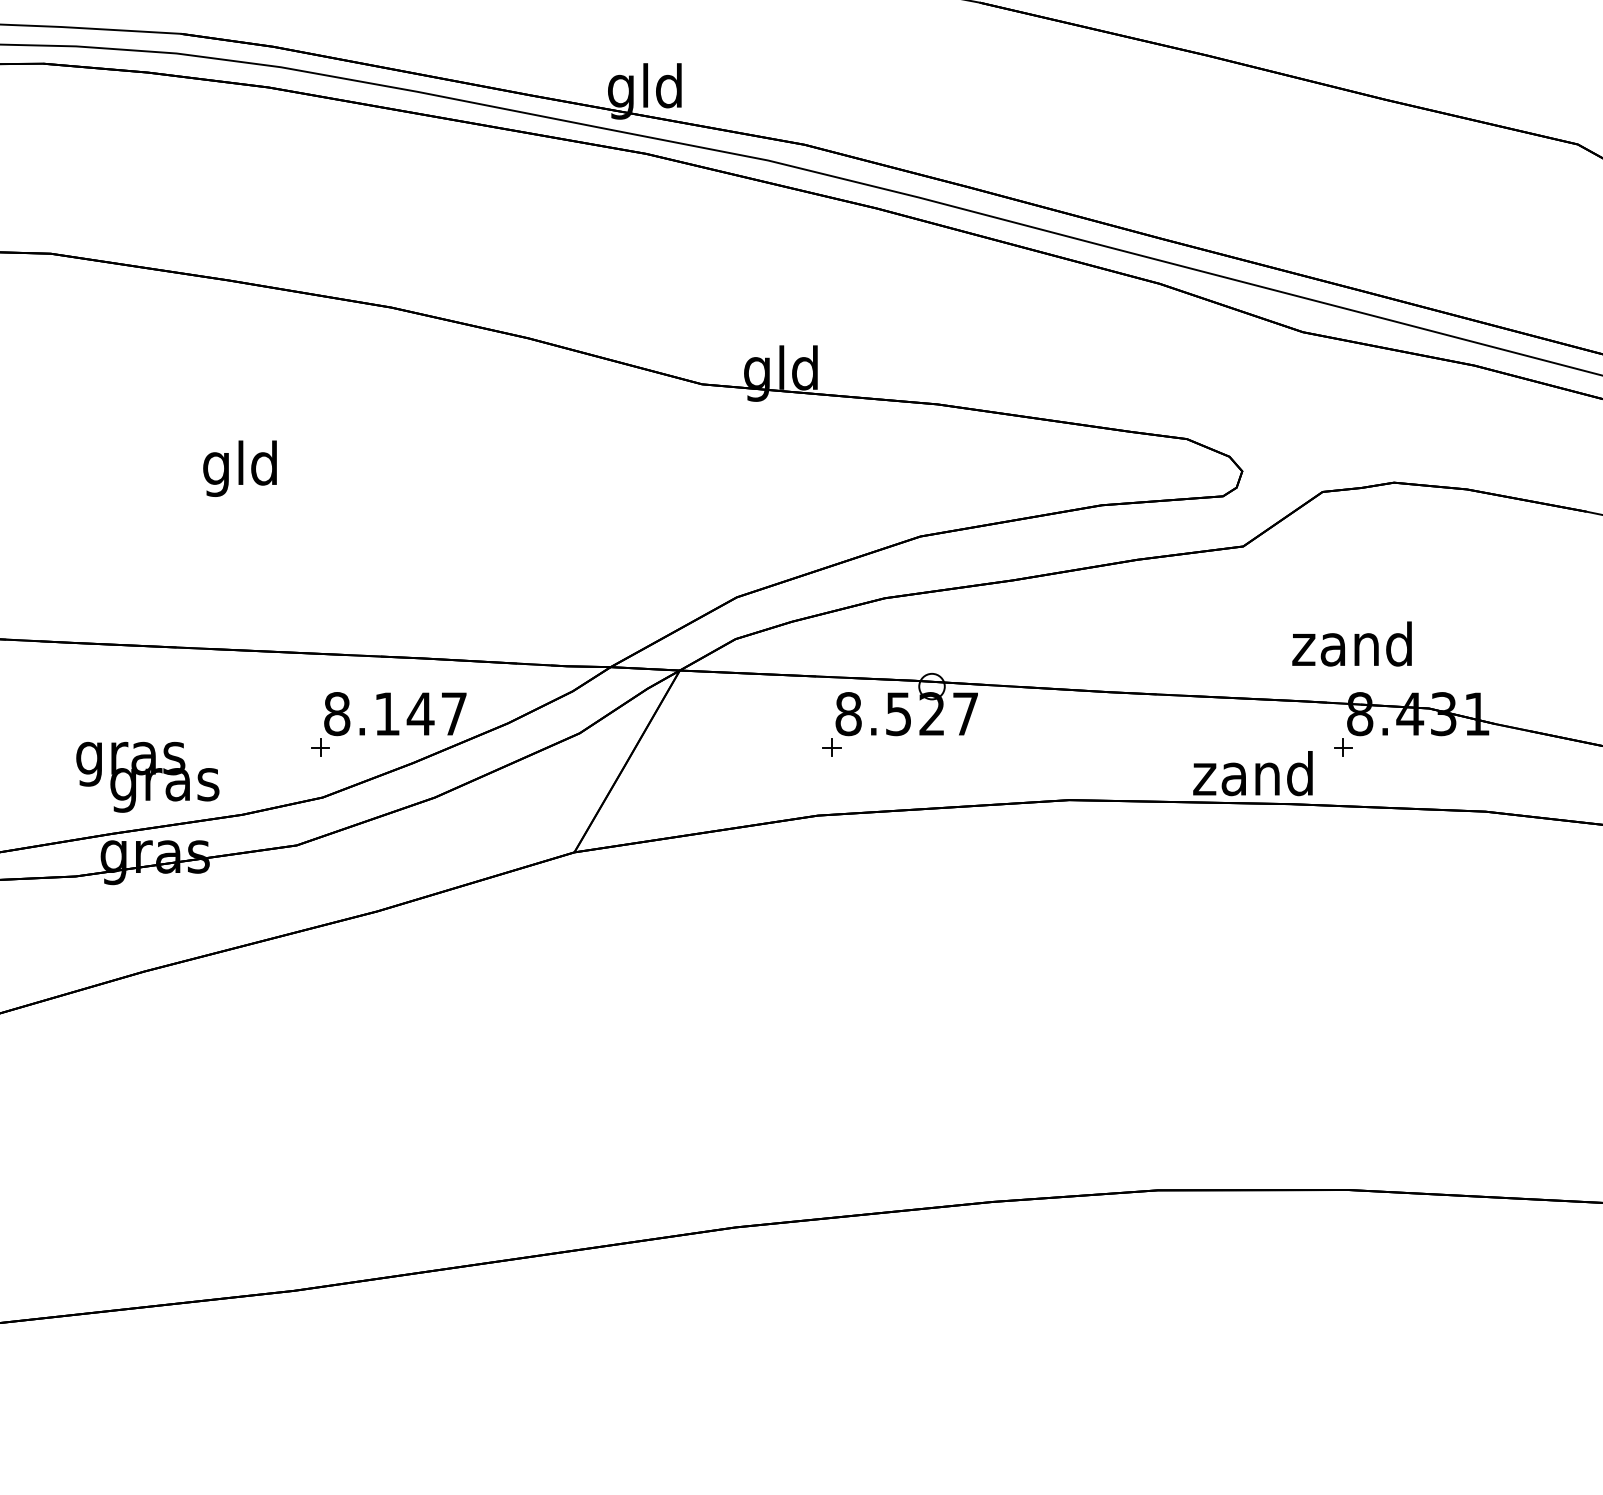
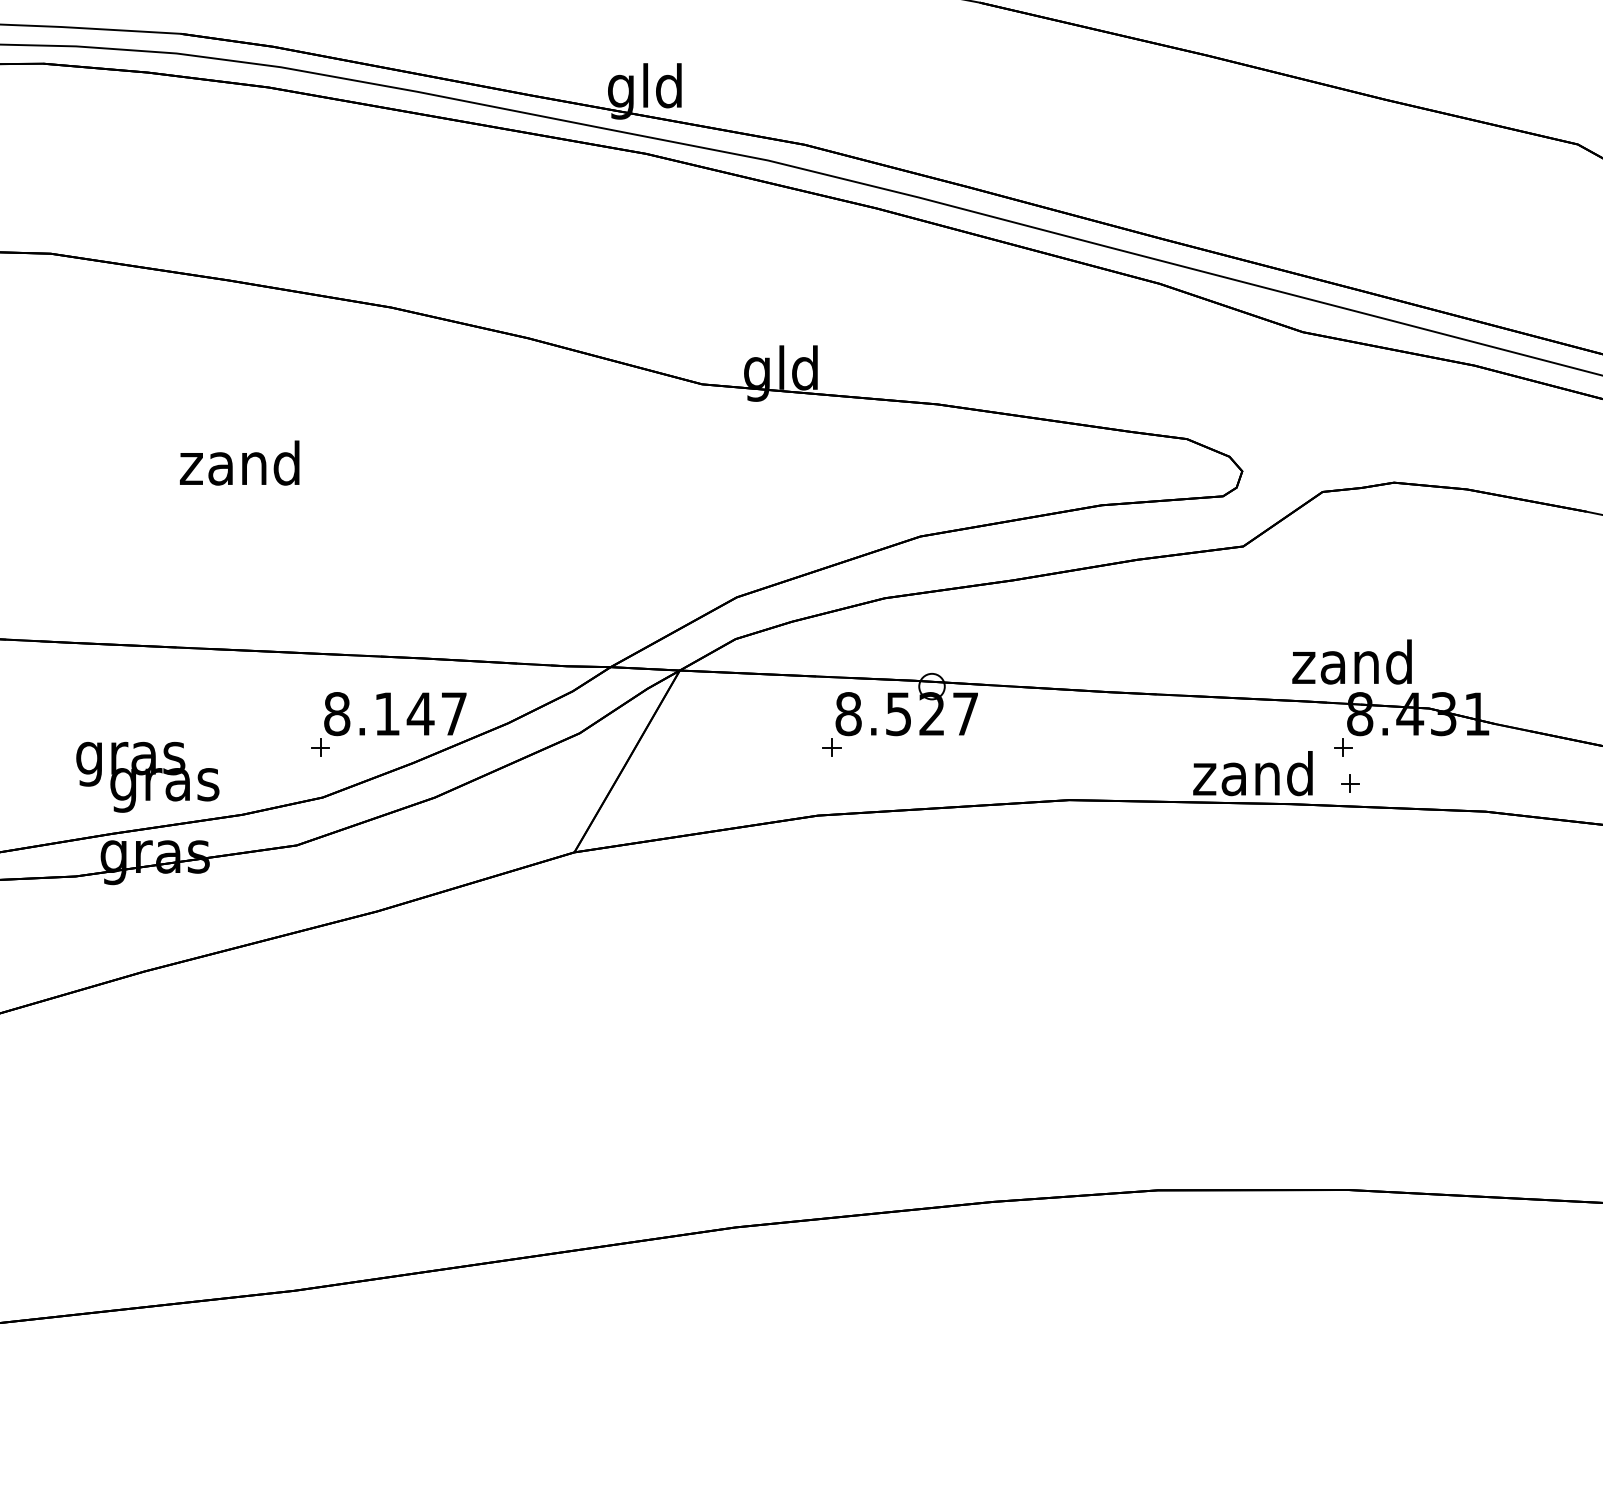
text at (239, 468): gld -> zand
text at (1351, 643) position: (1351, 643) -> (1351, 661)
part at (1350, 783): none -> present
